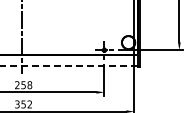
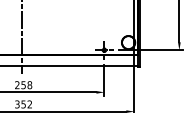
line at (69, 66): dashed -> solid
